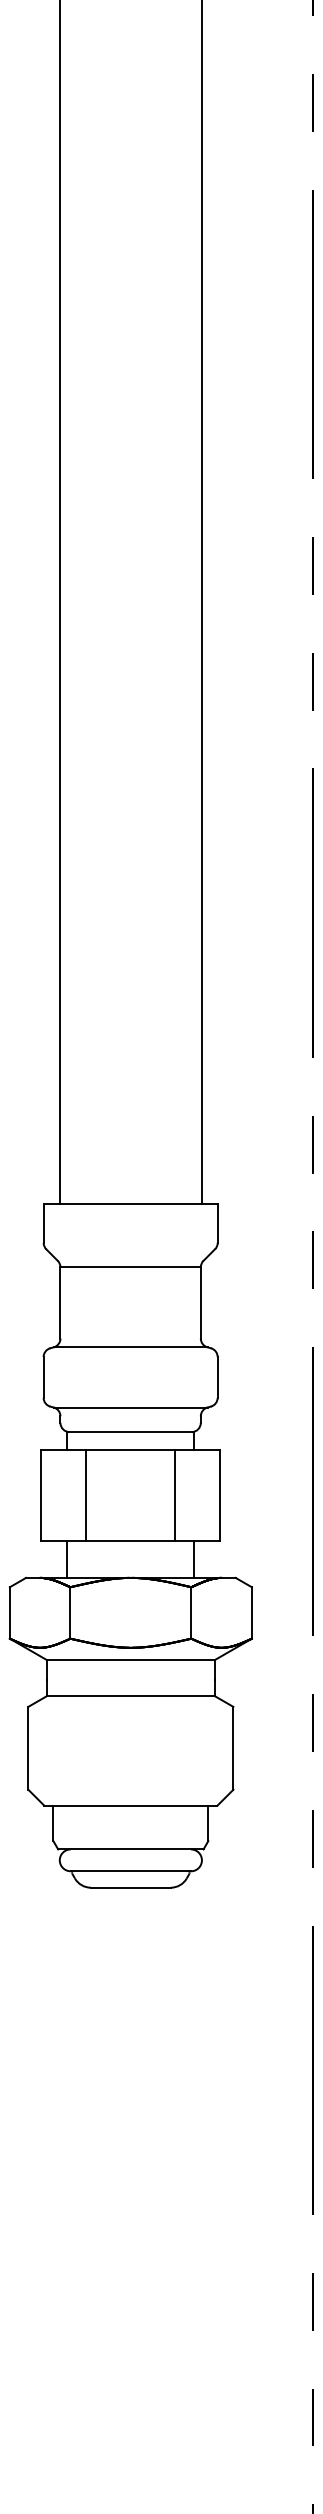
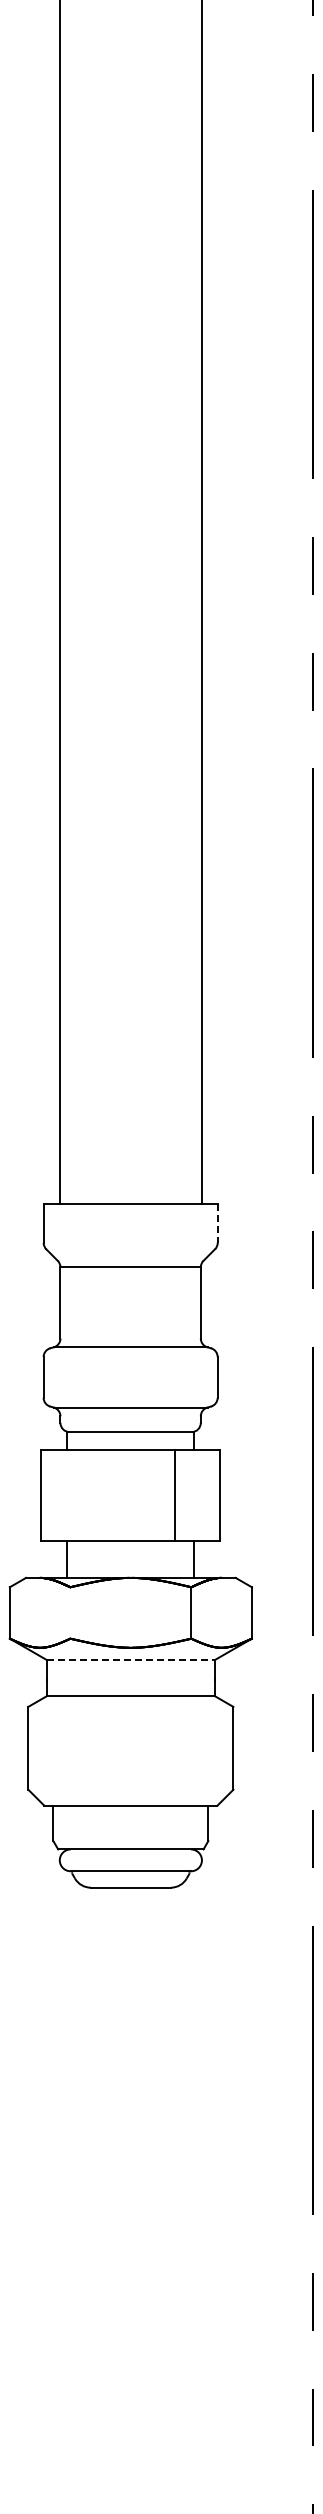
line at (217, 1224): solid -> dashed
line at (85, 1495): present -> none
line at (70, 1613): present -> none
line at (131, 1659): solid -> dashed
